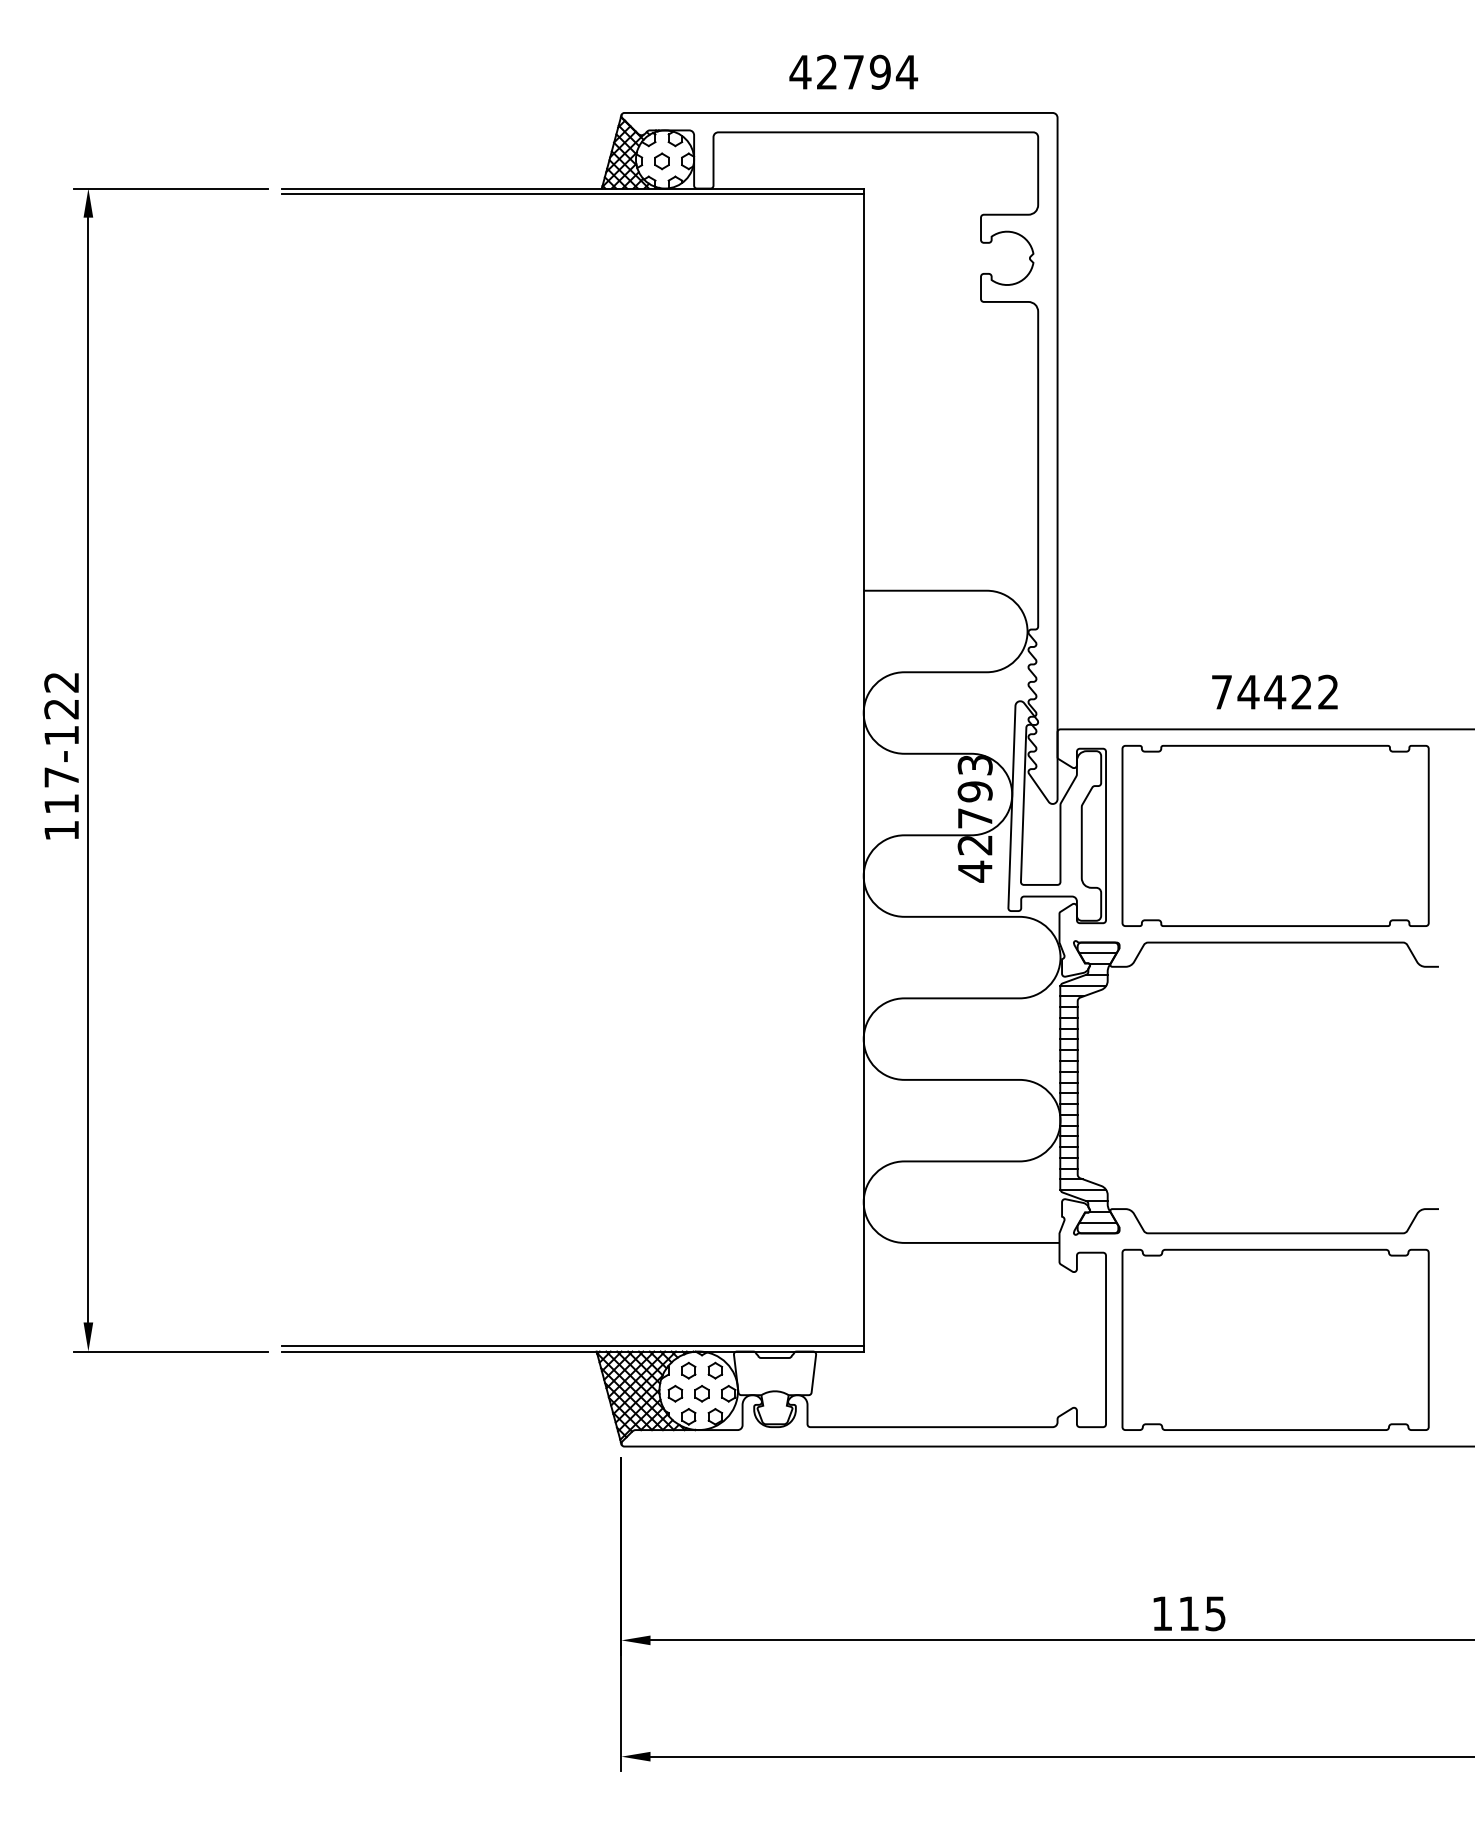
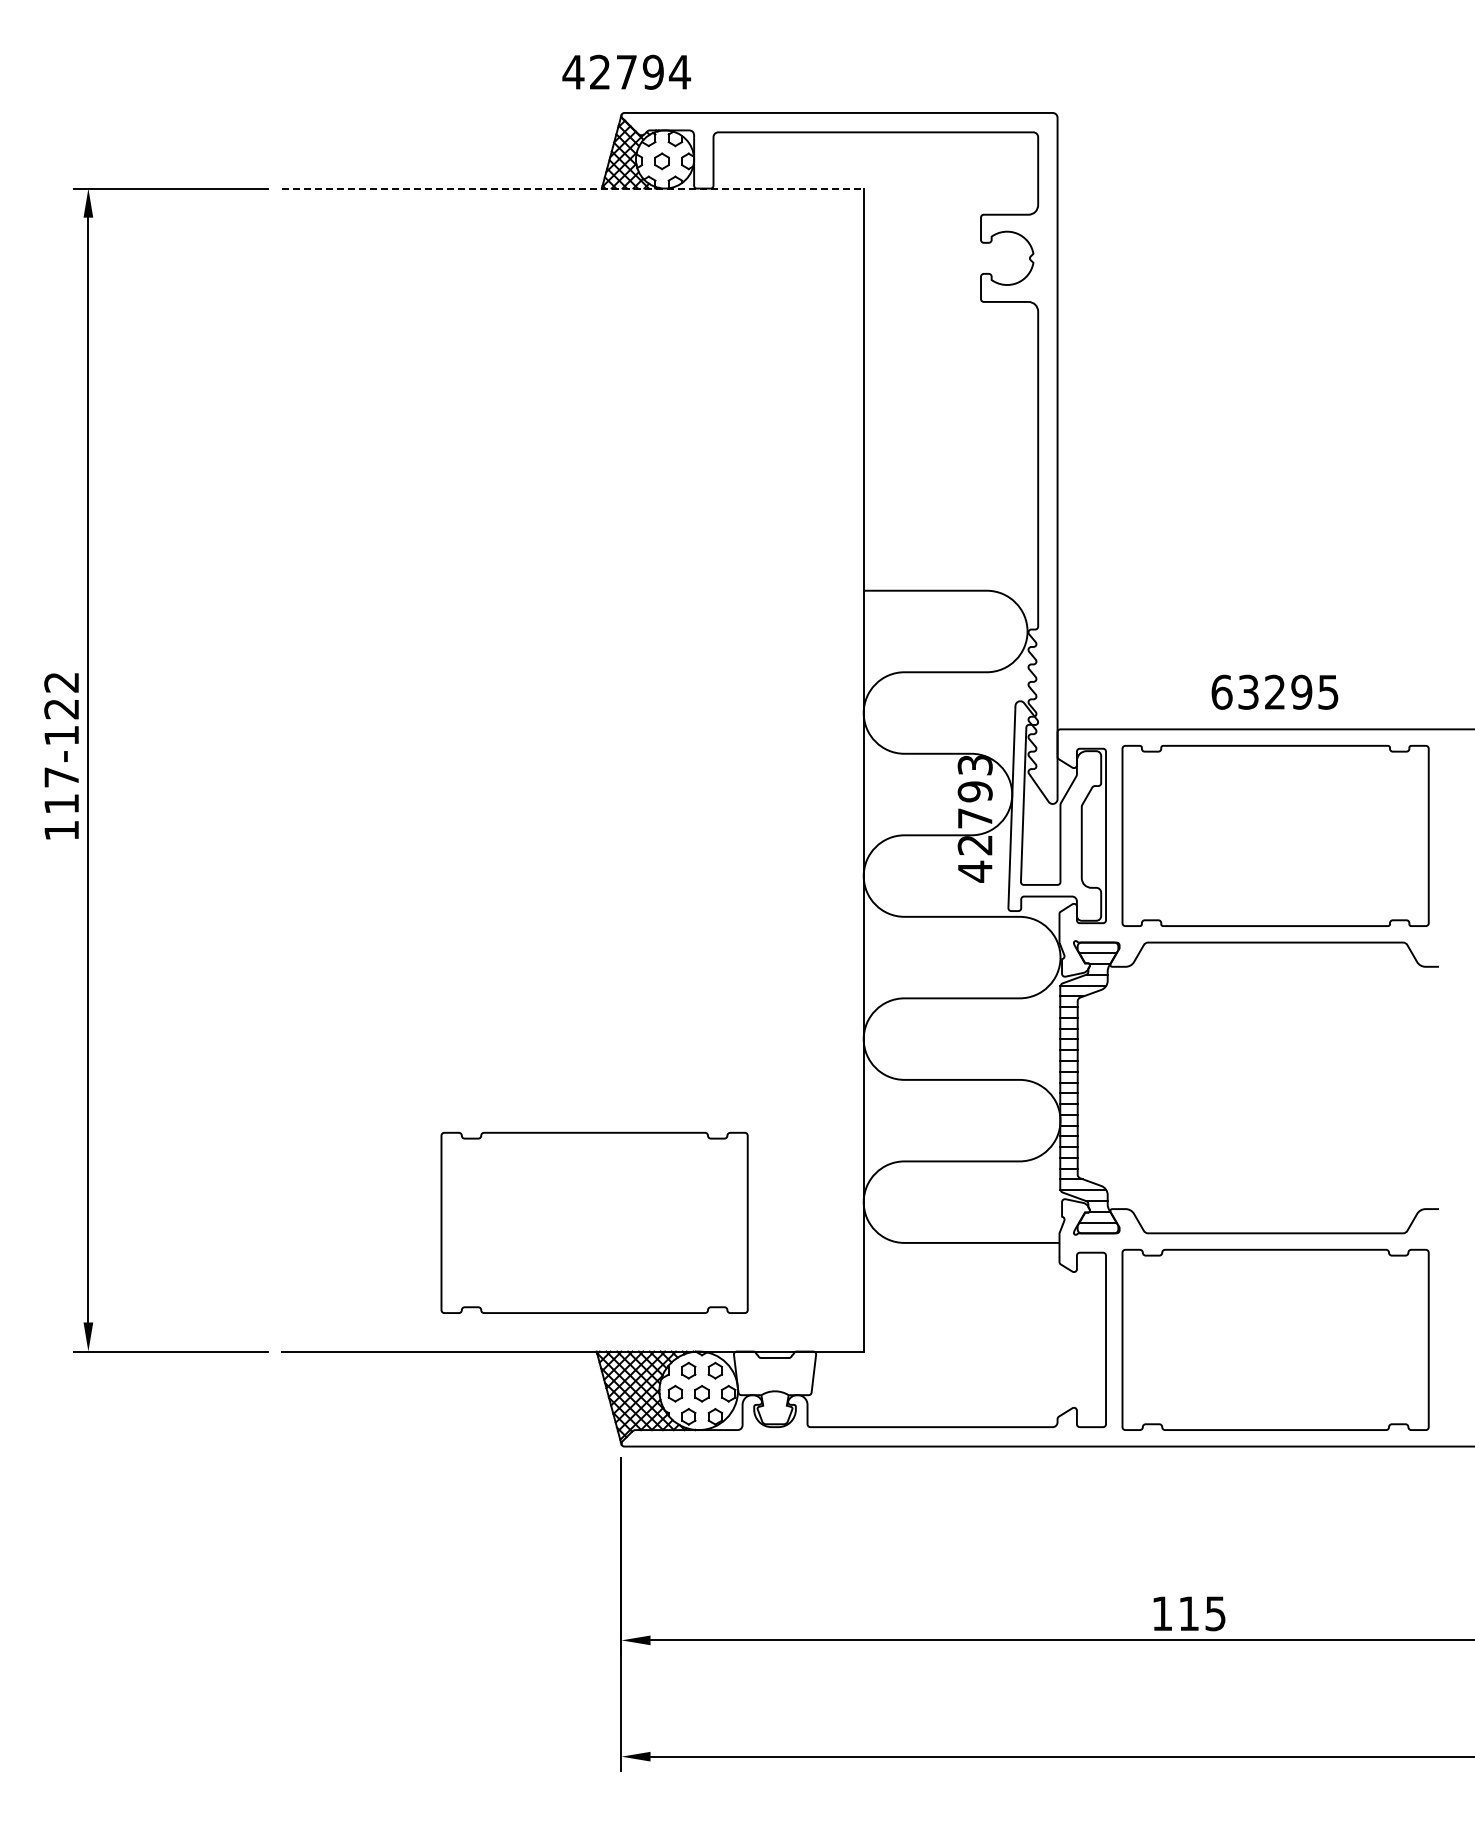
text at (853, 71) position: (853, 71) -> (626, 71)
line at (572, 188): solid -> dashed
line at (572, 194): present -> none
text at (1274, 691): 74422 -> 63295
part at (594, 1222): none -> present
line at (572, 1345): present -> none
